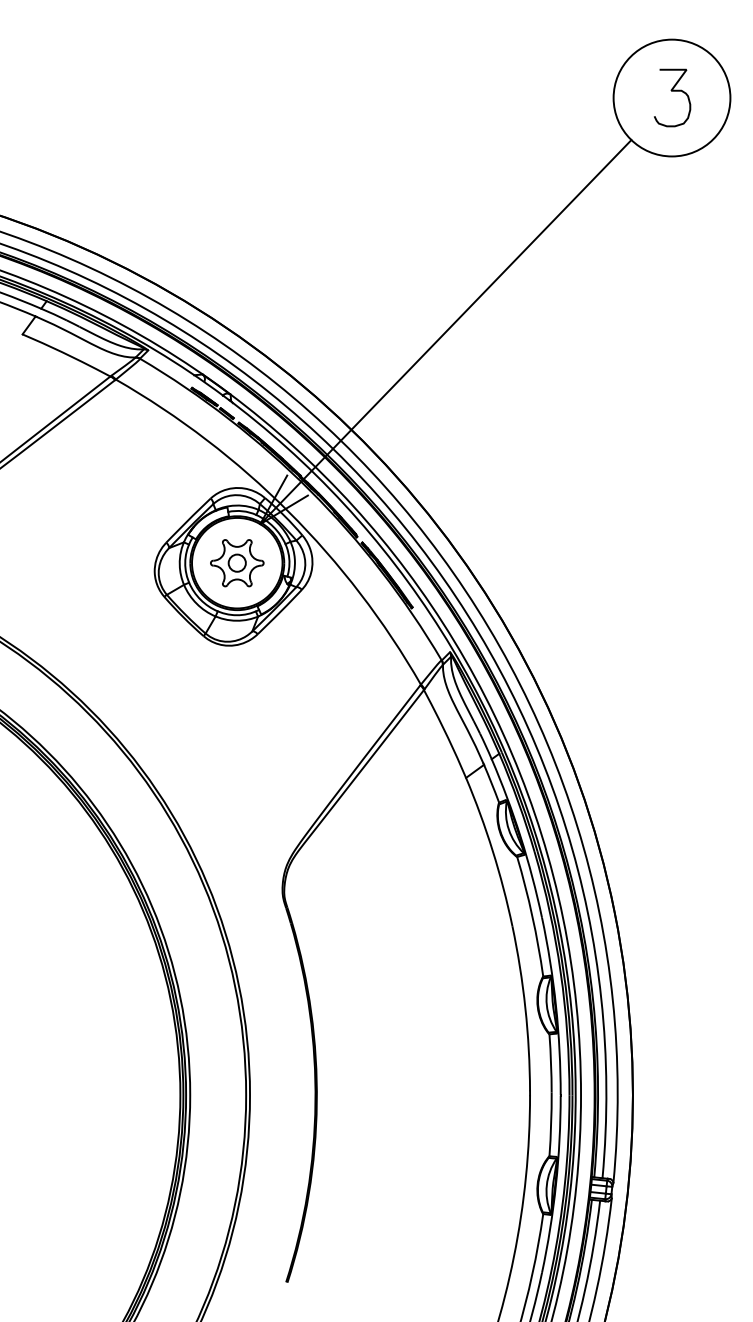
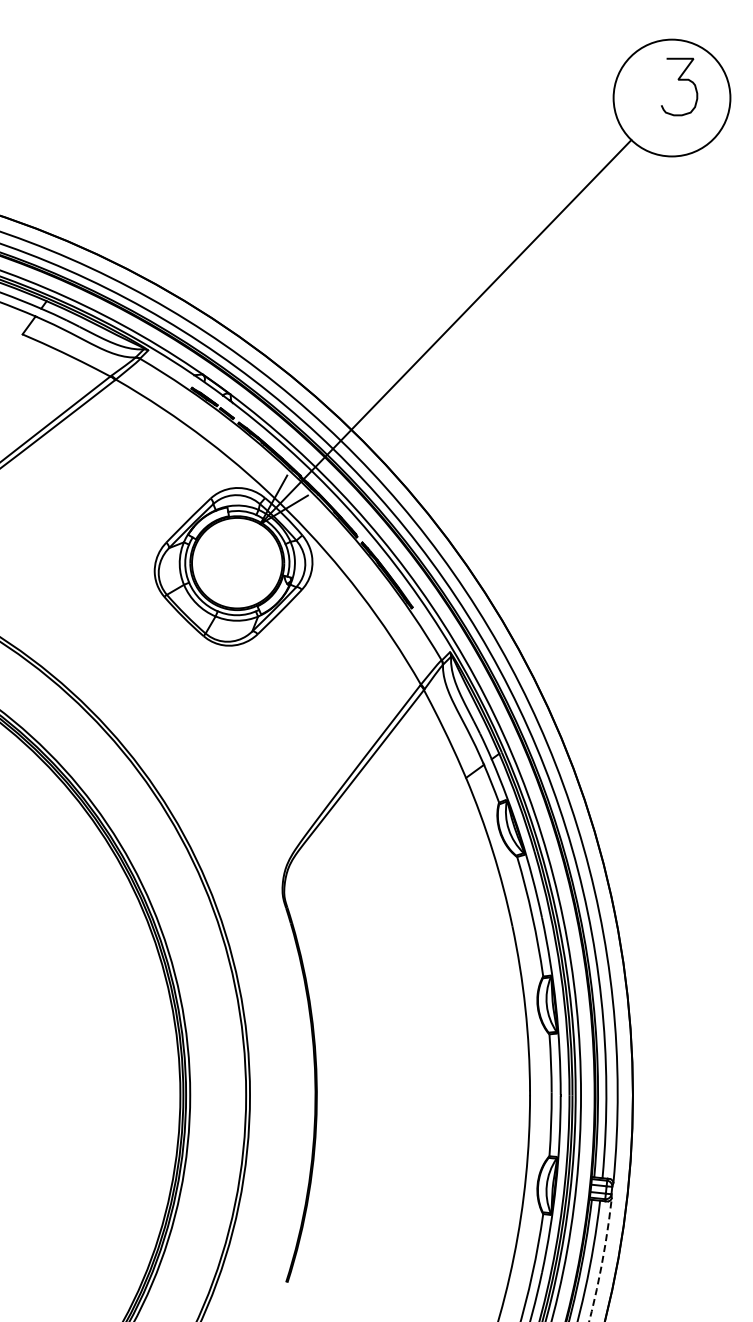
curve at (672, 91) position: (672, 91) -> (679, 80)
part at (237, 563): present -> none
arc at (602, 1260): solid -> dashed
